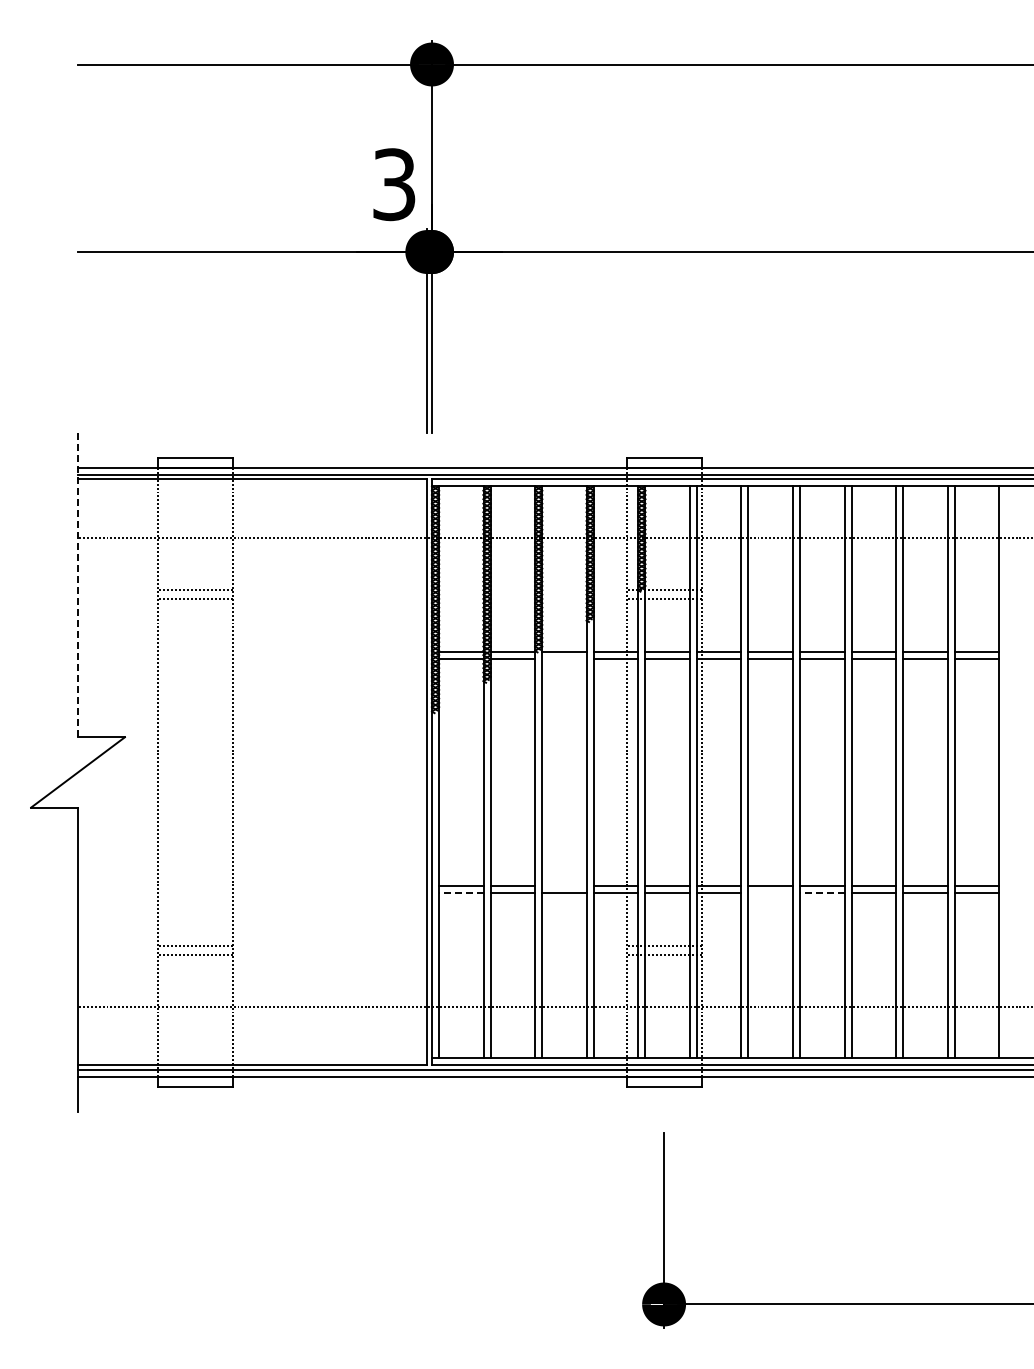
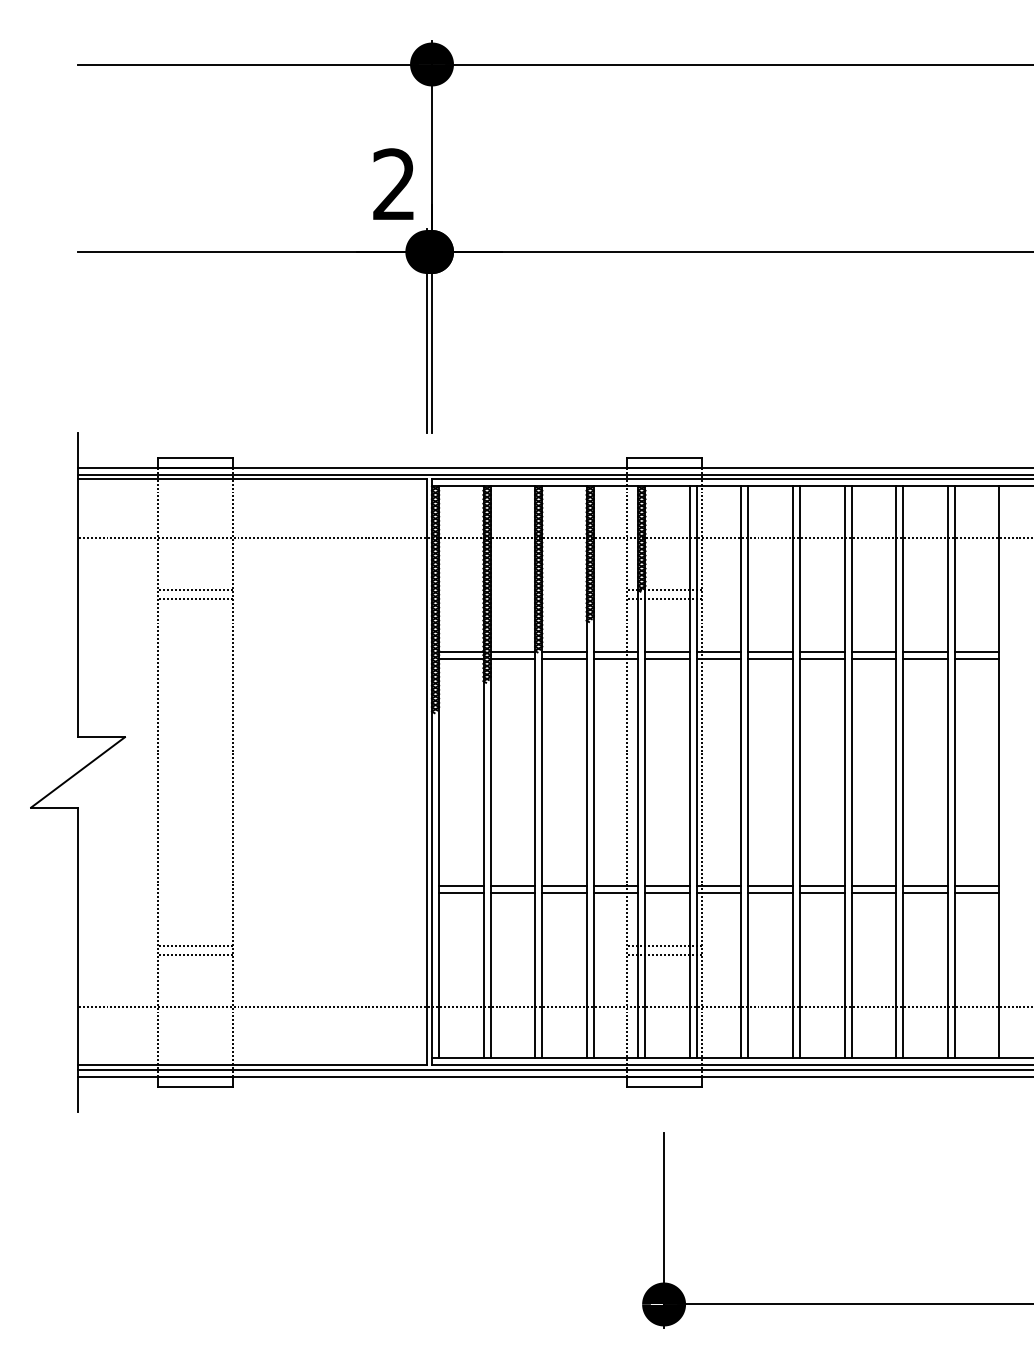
text at (394, 184): 3 -> 2
line at (78, 585): dashed -> solid
line at (564, 658): none -> present
line at (564, 886): none -> present
line at (460, 893): dashed -> solid
line at (770, 893): none -> present
line at (821, 893): dashed -> solid
